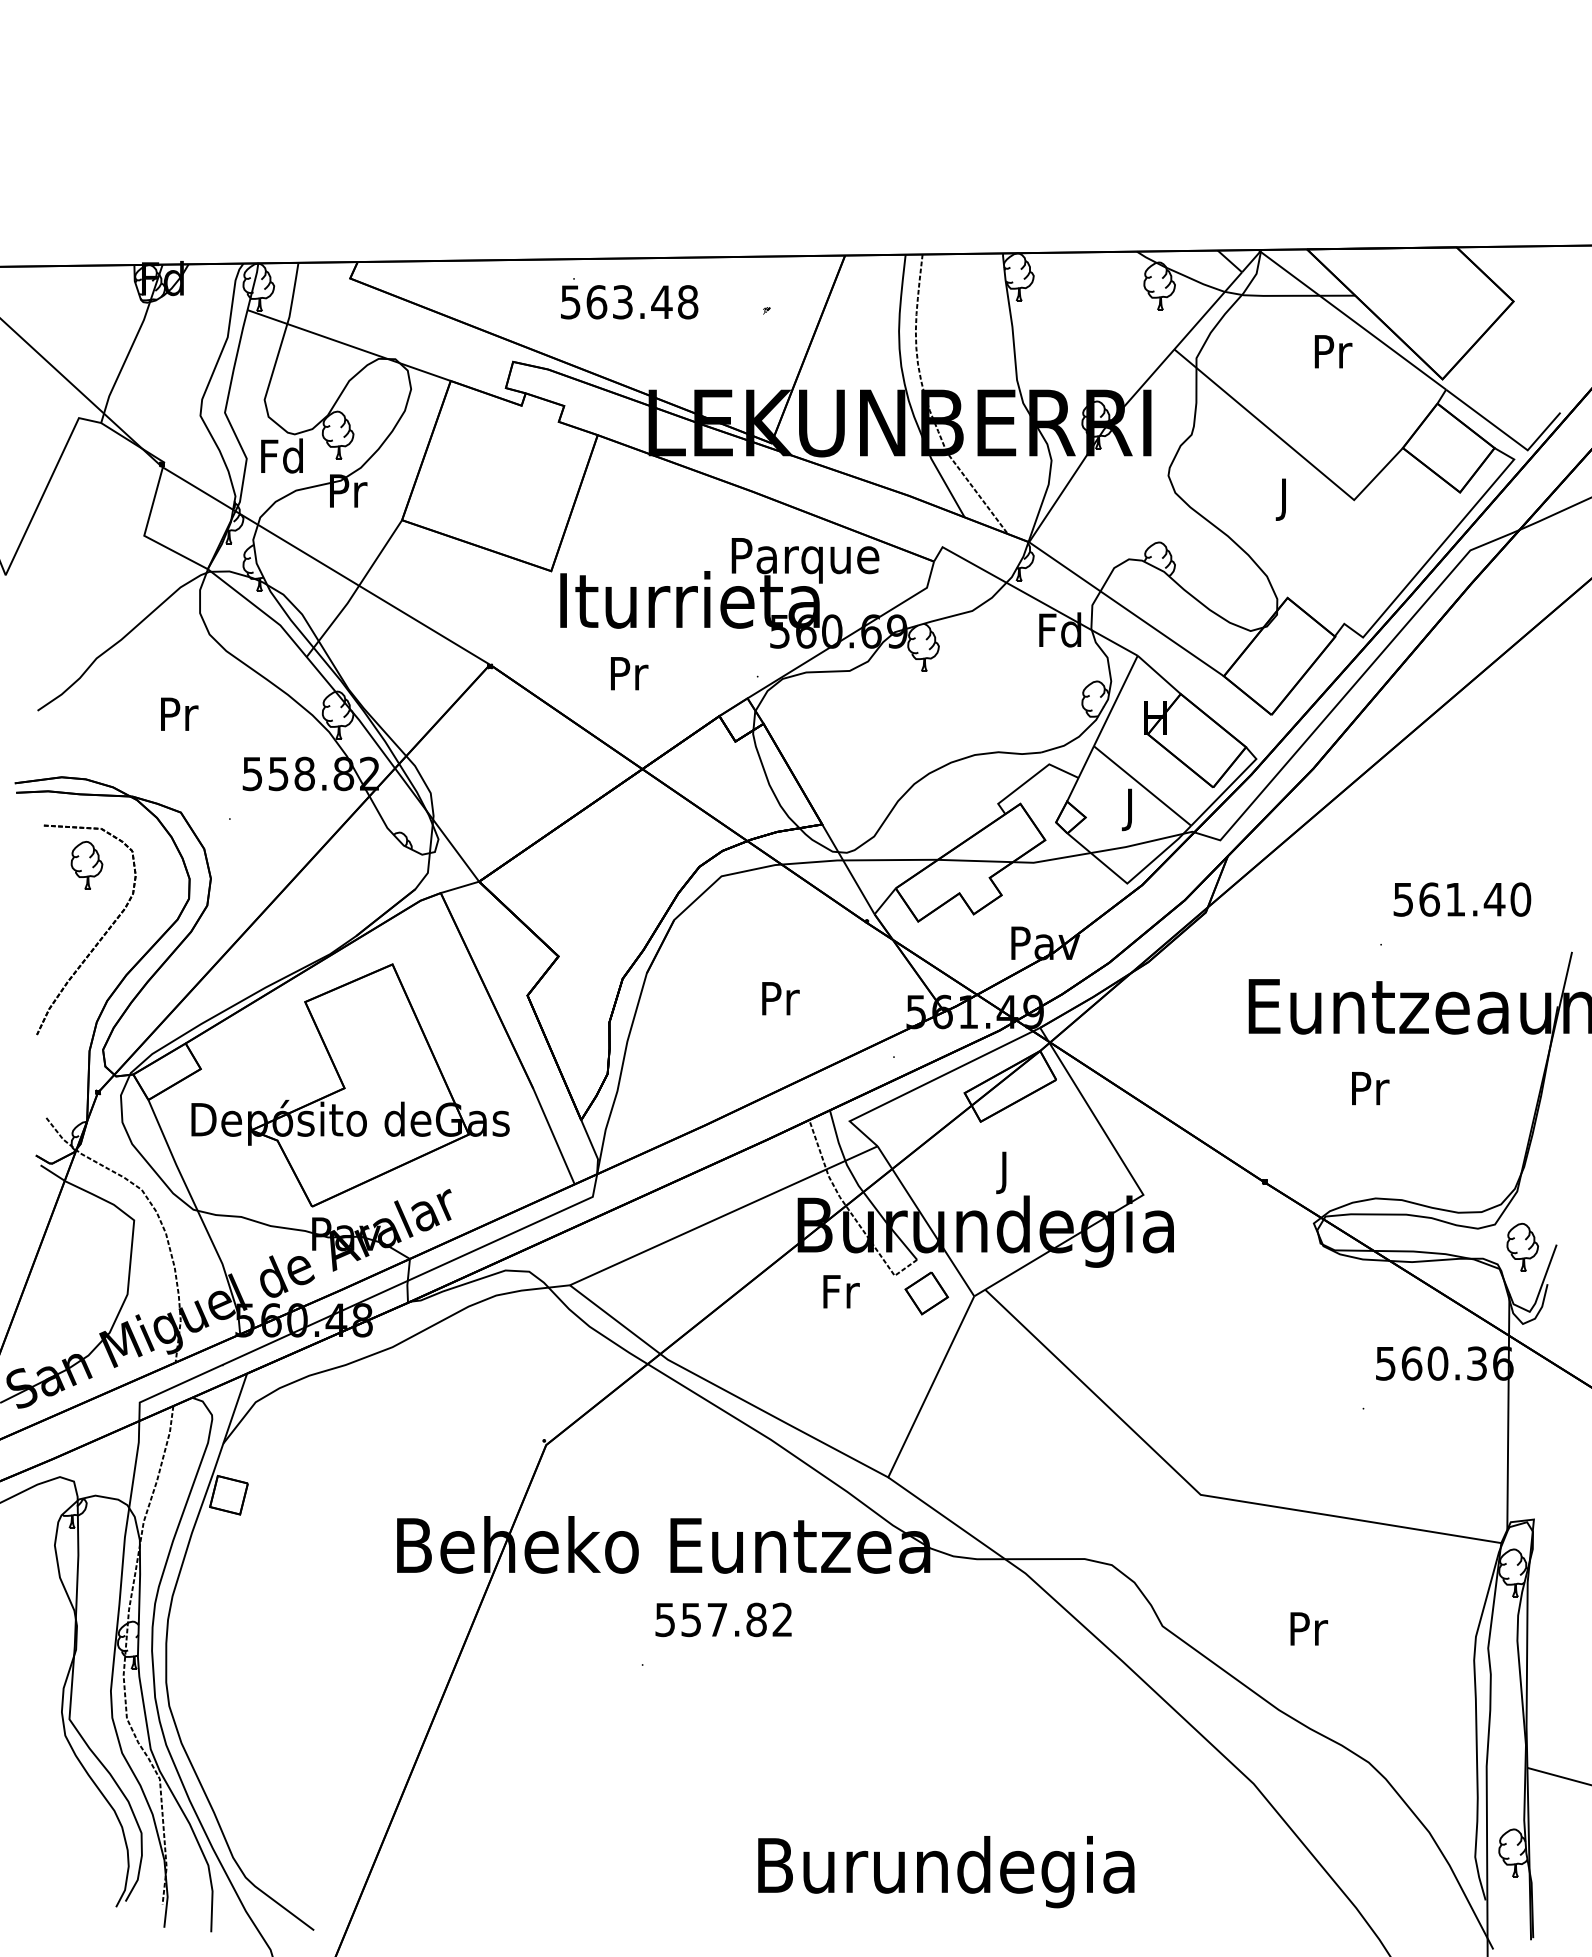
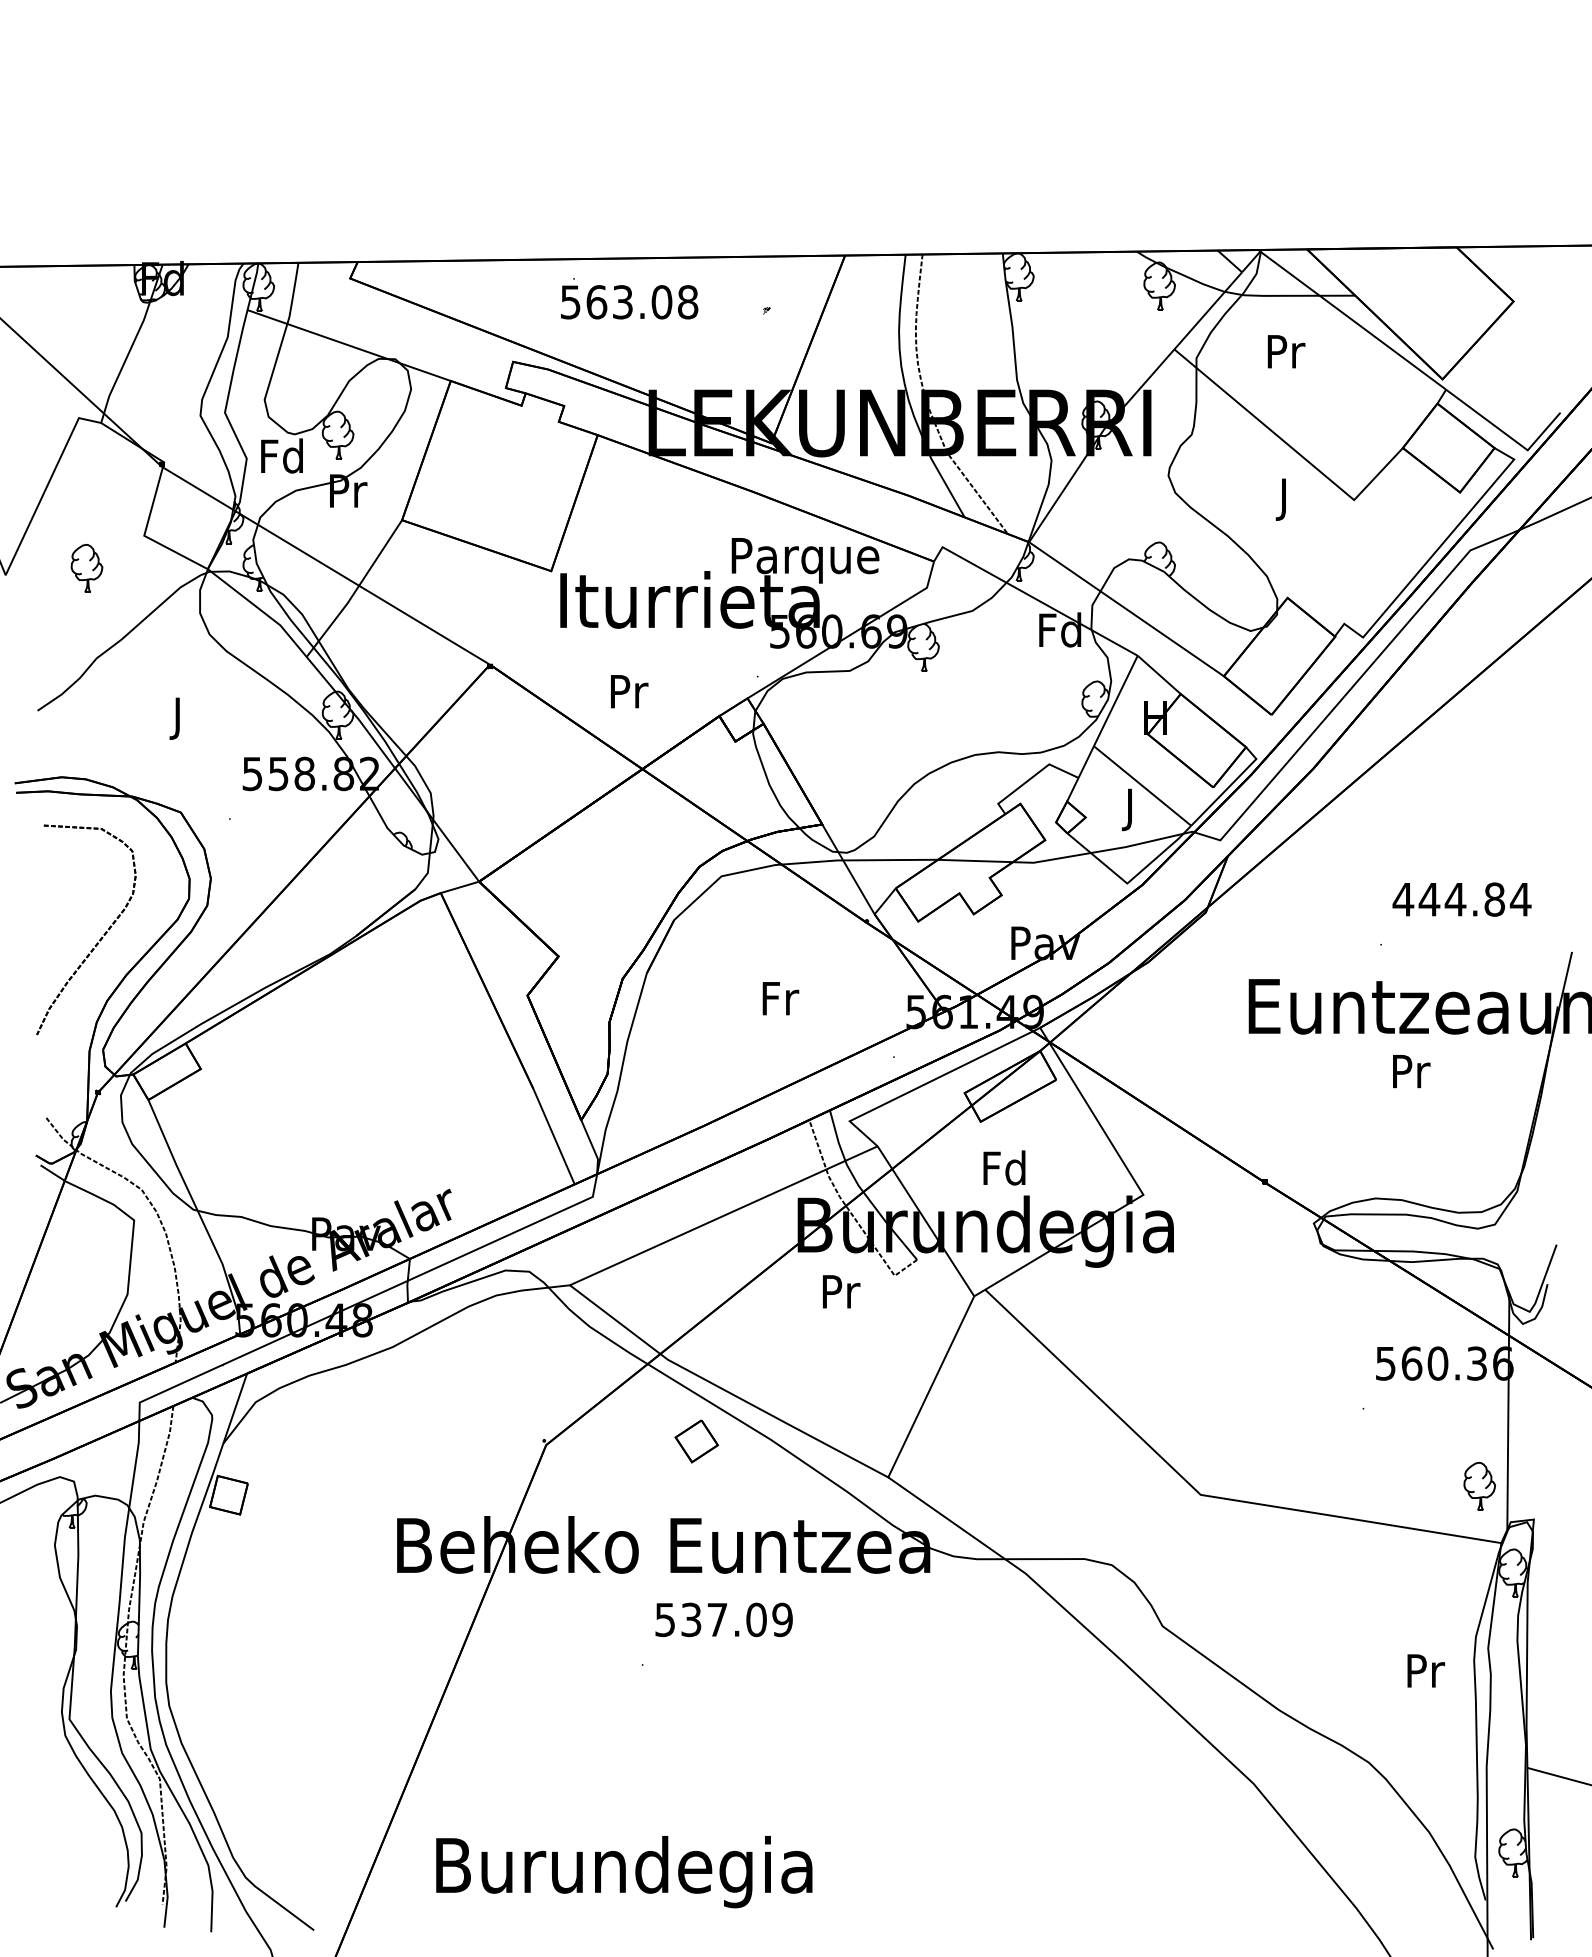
text at (661, 302): 563.48 -> 563.08
text at (1333, 351) position: (1333, 351) -> (1286, 351)
text at (629, 673) position: (629, 673) -> (629, 691)
text at (179, 718): Pr -> J
part at (86, 865) position: (86, 865) -> (86, 568)
text at (1461, 899): 561.40 -> 444.84
text at (780, 998): Pr -> Fr
part at (350, 1085): present -> none
text at (1370, 1088) position: (1370, 1088) -> (1411, 1071)
text at (1004, 1172): J -> Fd
part at (1522, 1246) position: (1522, 1246) -> (1479, 1485)
text at (841, 1291): Fr -> Pr
part at (926, 1293) position: (926, 1293) -> (696, 1441)
text at (737, 1619): 557.82 -> 537.09
text at (1309, 1628) position: (1309, 1628) -> (1426, 1670)
text at (946, 1872) position: (946, 1872) -> (624, 1872)
